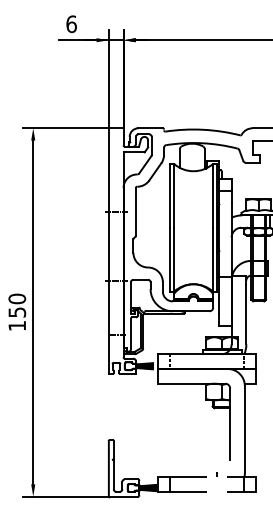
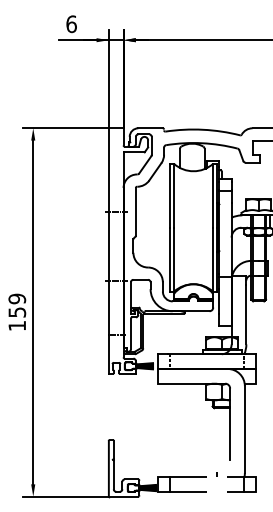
text at (17, 298): 150 -> 159
